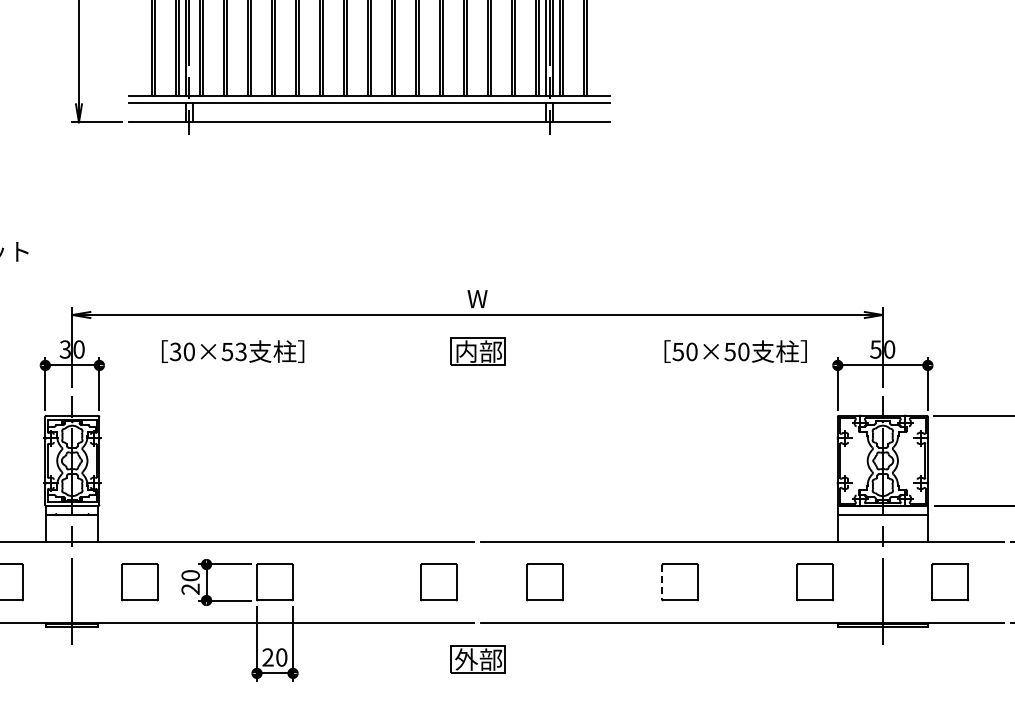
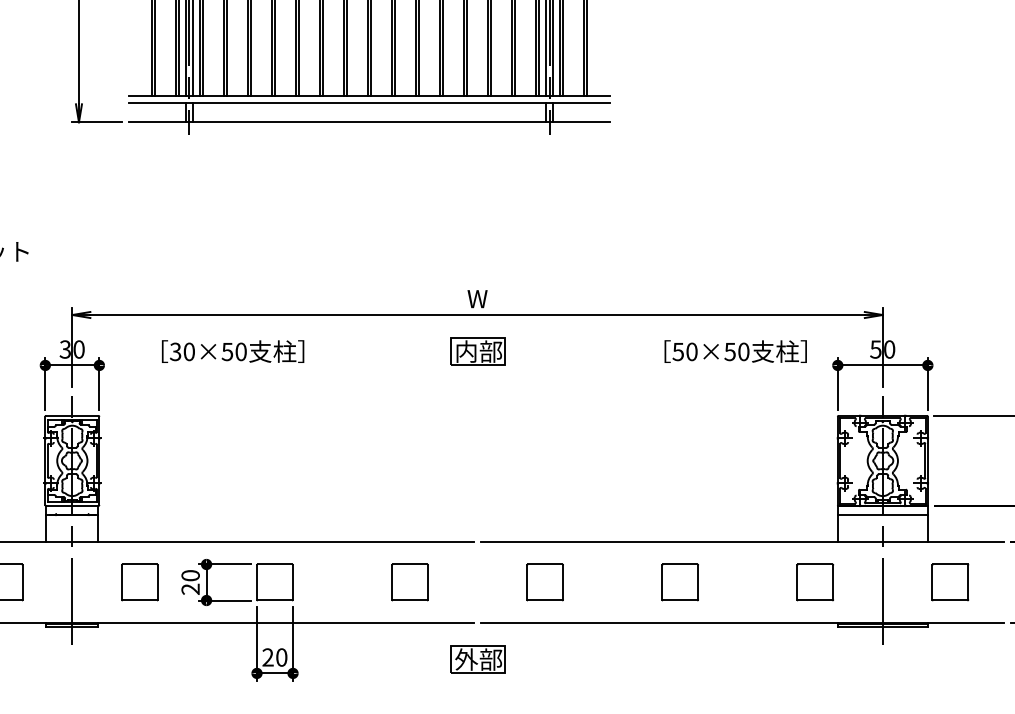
line at (193, 48): none -> present
text at (240, 351): 30×53 -> 30×50
part at (438, 582) position: (438, 582) -> (409, 582)
line at (662, 582): dashed -> solid
